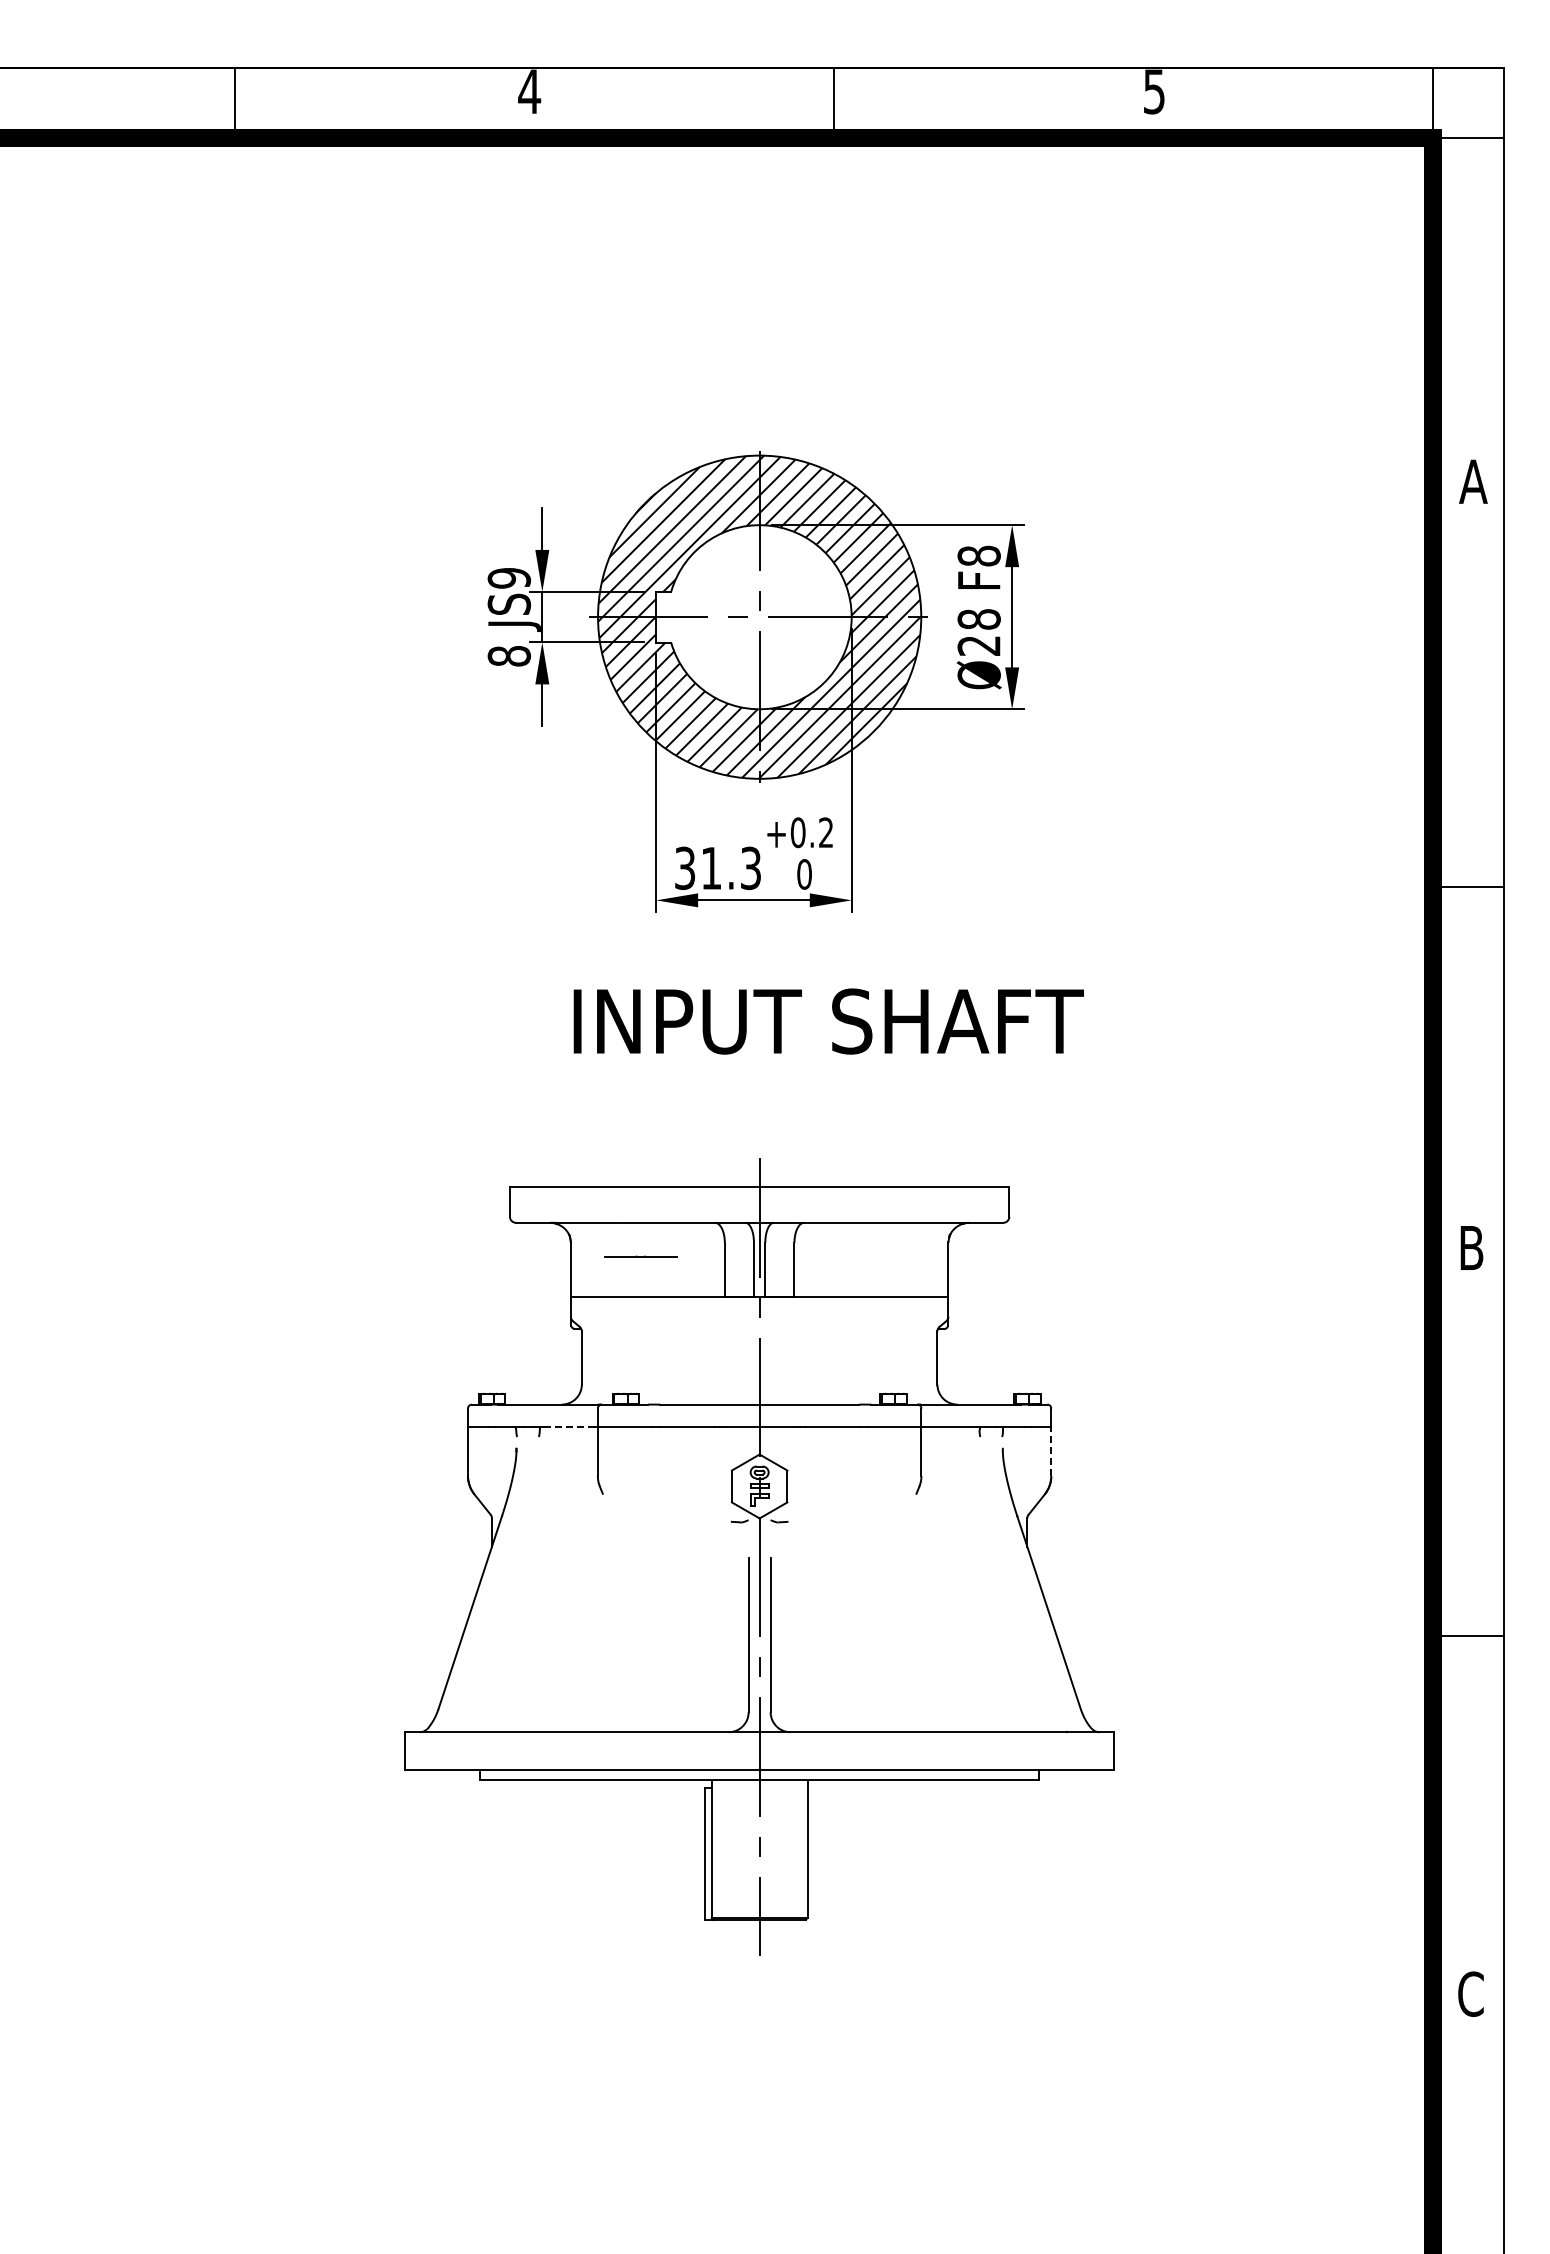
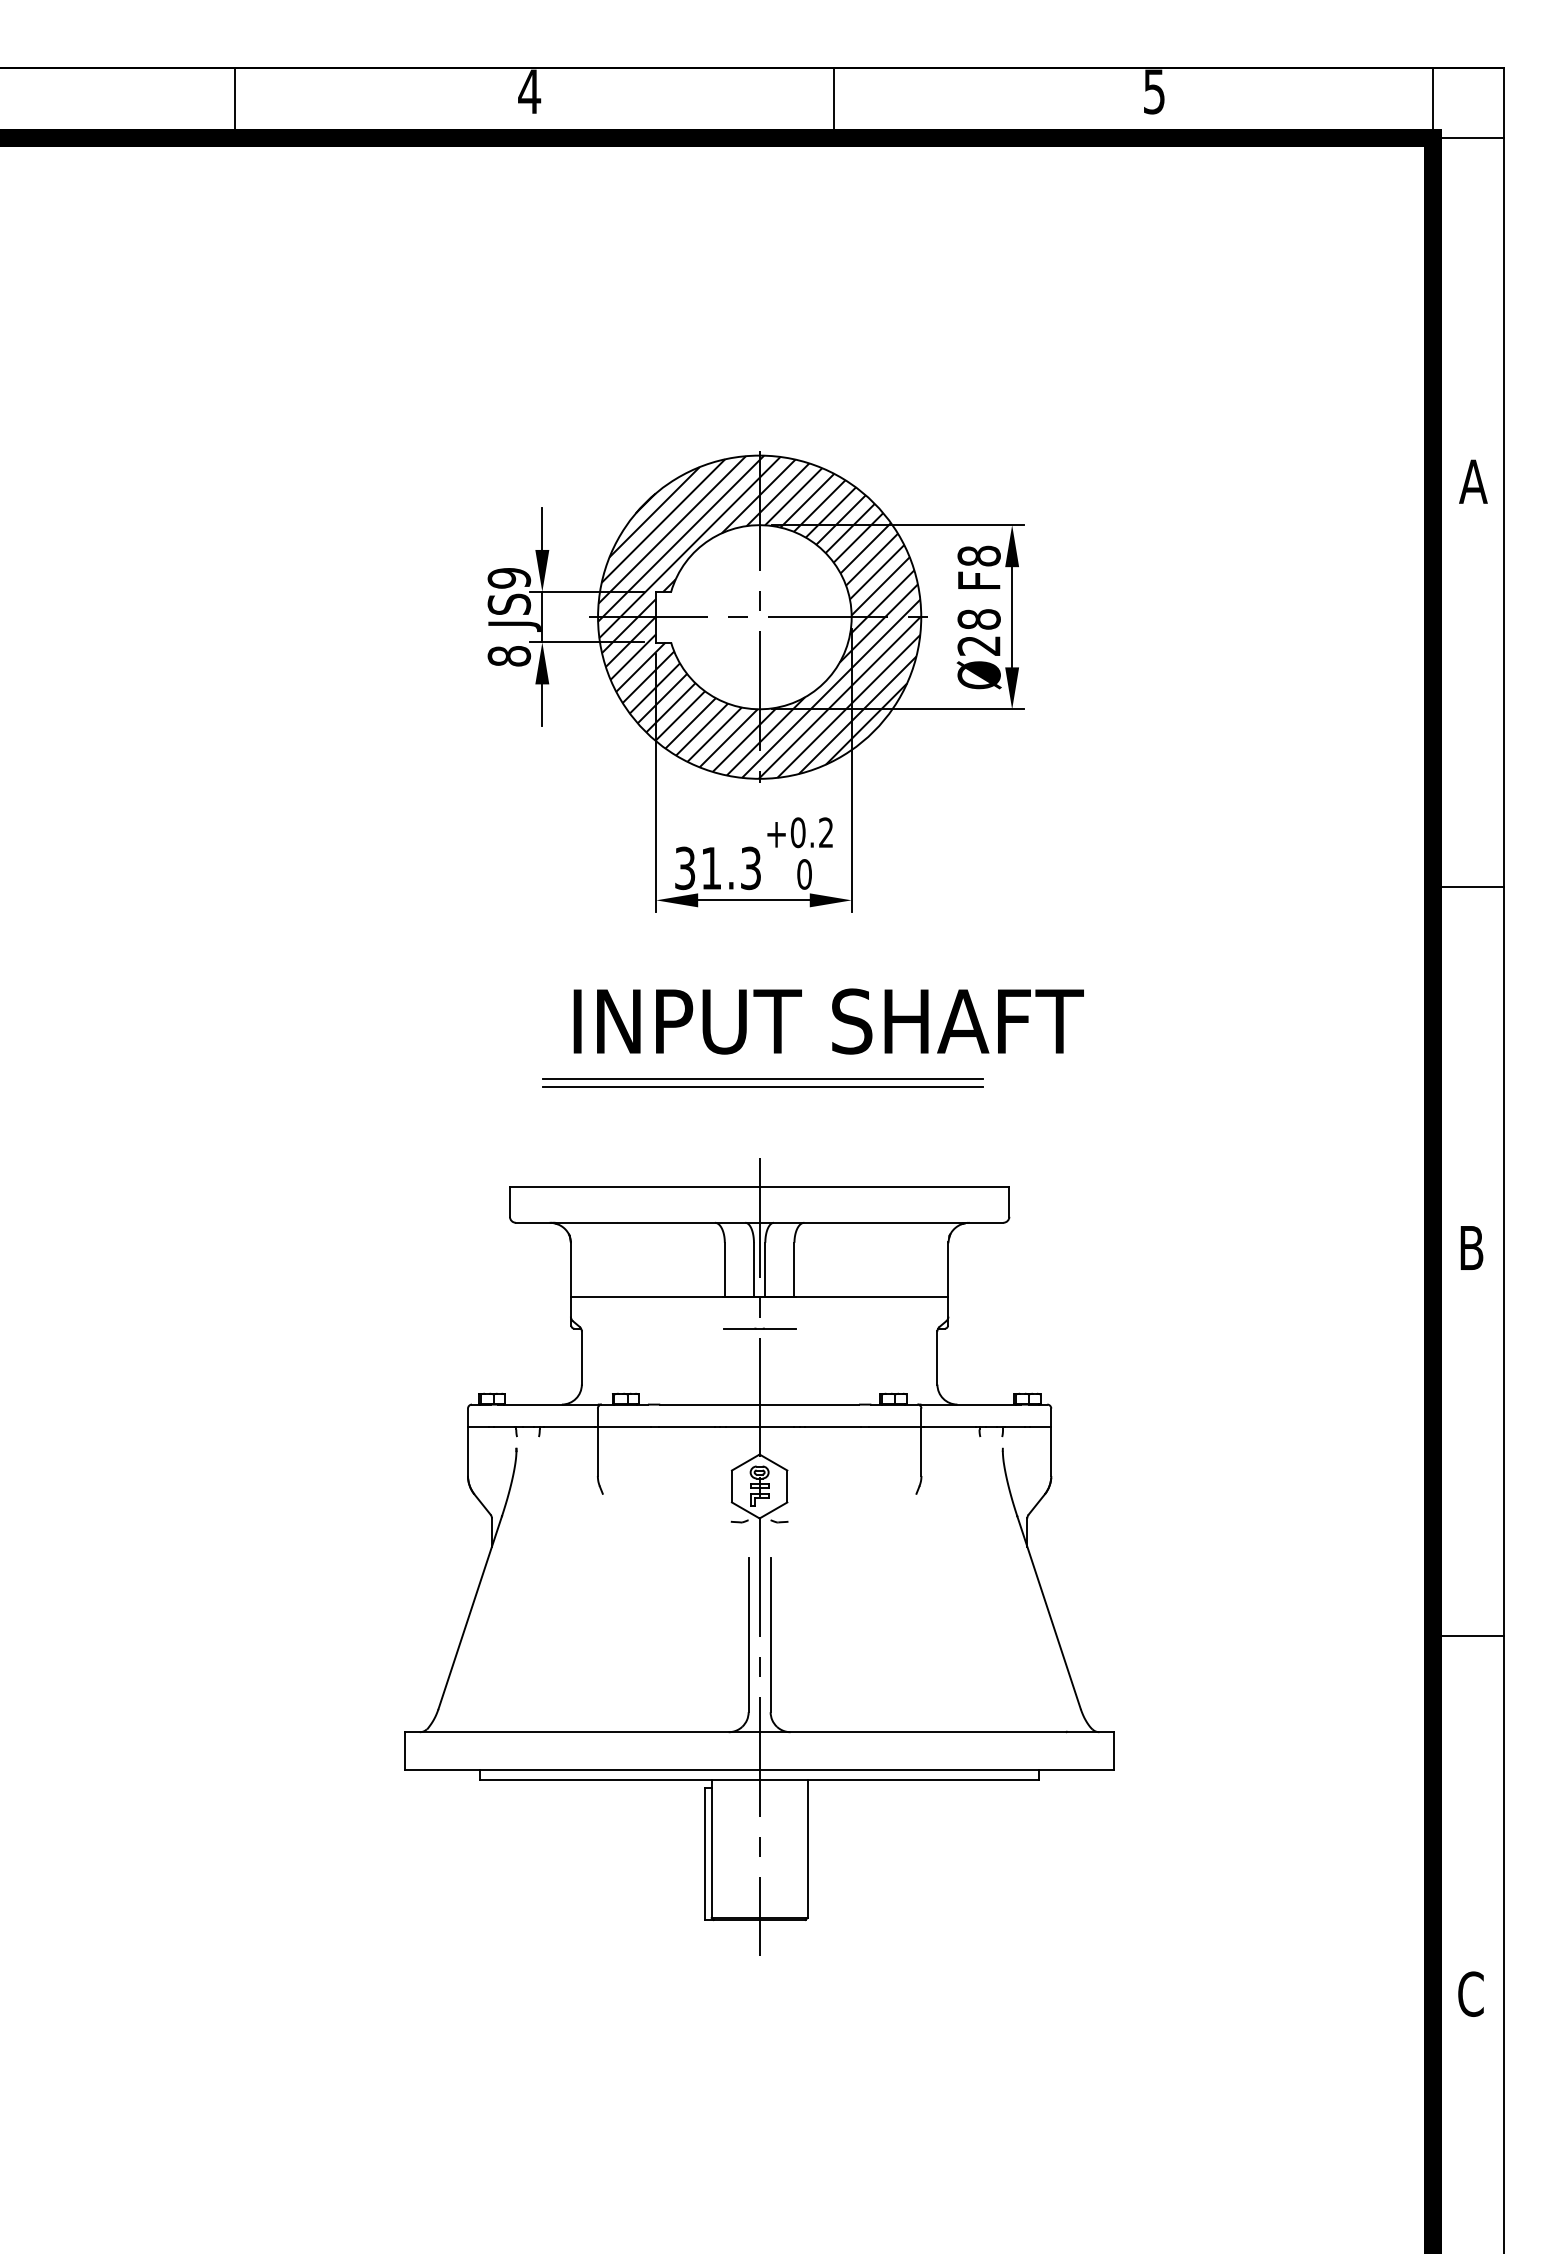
line at (762, 1078): none -> present
line at (762, 1086): none -> present
line at (640, 1256) position: (640, 1256) -> (759, 1328)
line at (569, 1426): dashed -> solid
line at (1051, 1451): dashed -> solid
